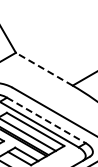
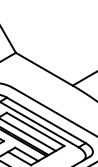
line at (44, 69): dashed -> solid
line at (46, 120): dashed -> solid
